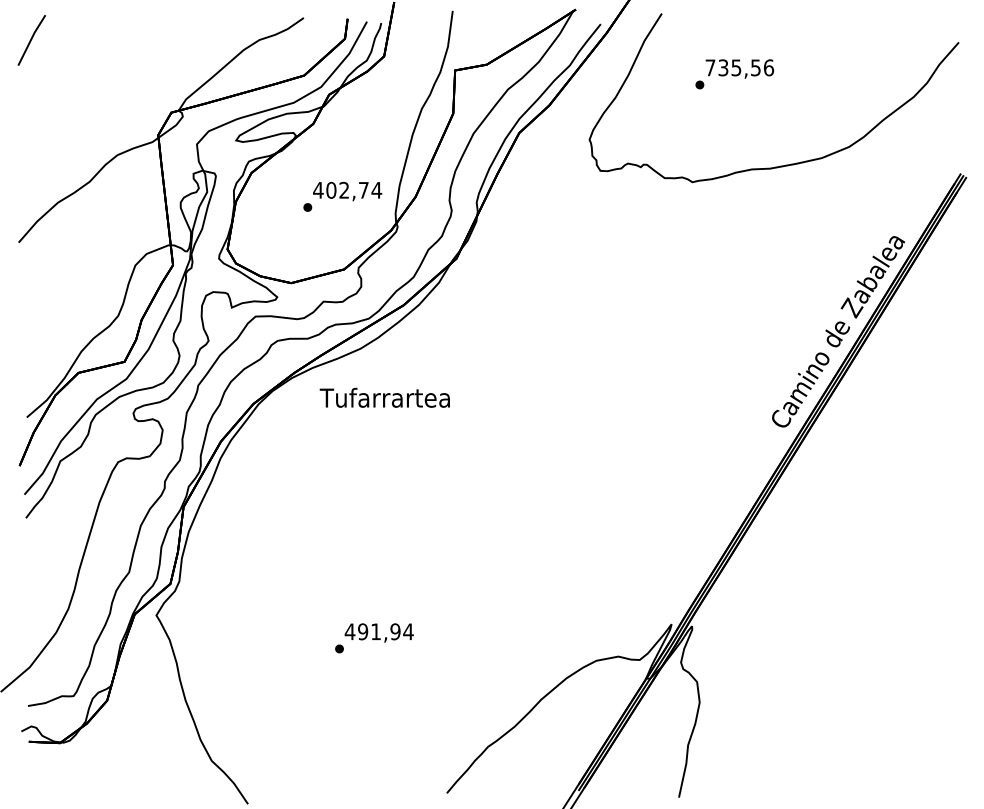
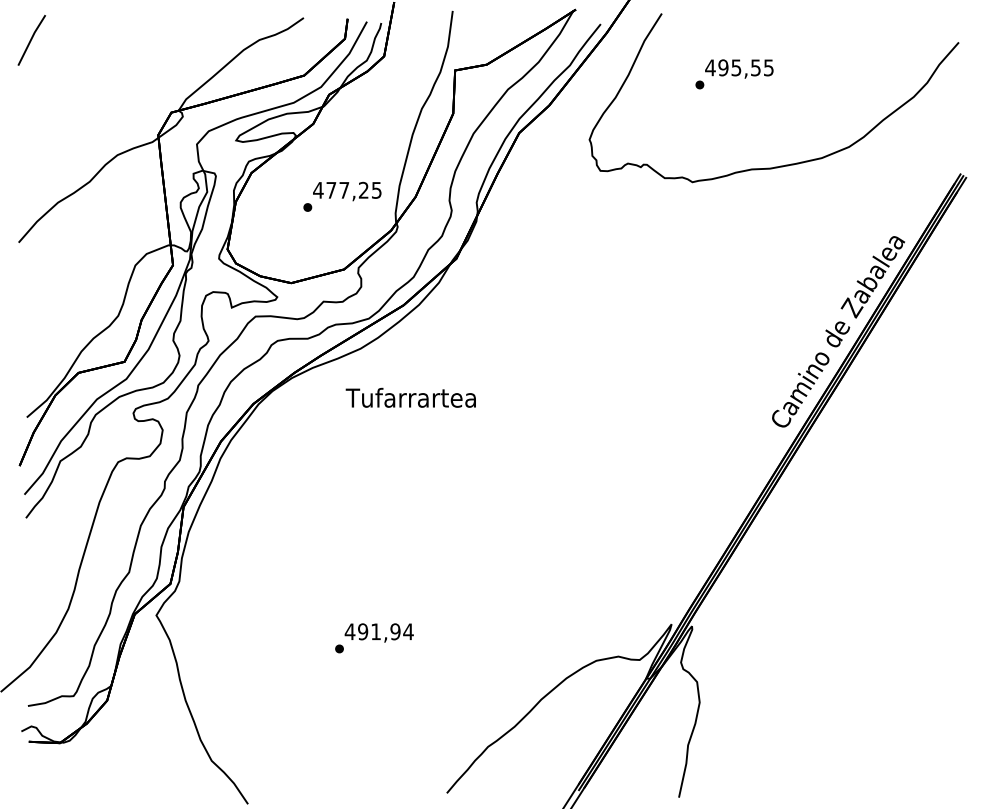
text at (739, 67): 735,56 -> 495,55
text at (354, 189): 402,74 -> 477,25
text at (384, 397) position: (384, 397) -> (410, 397)
